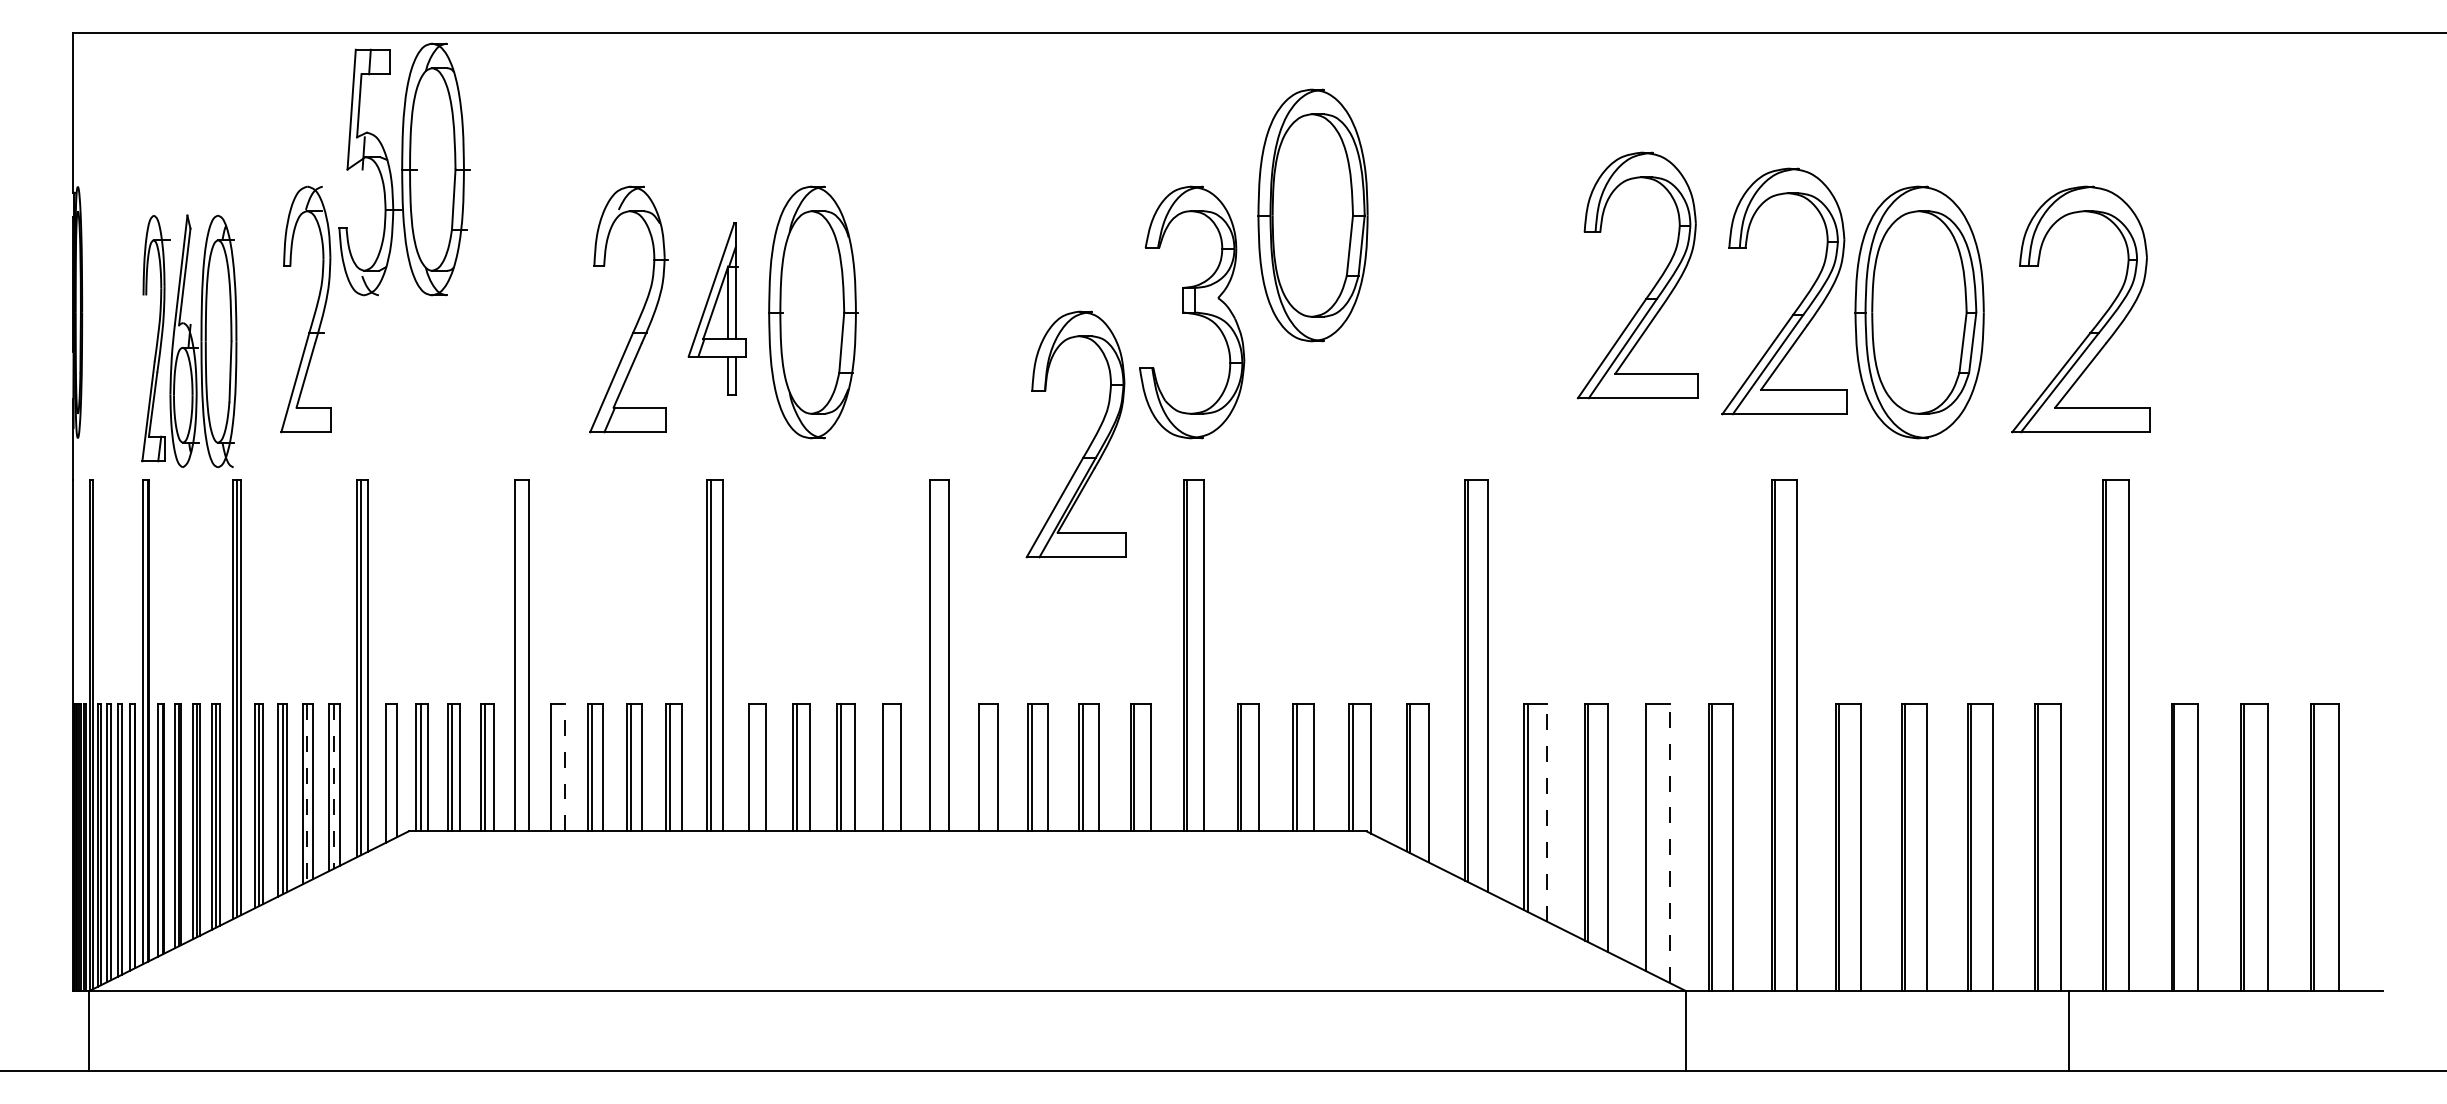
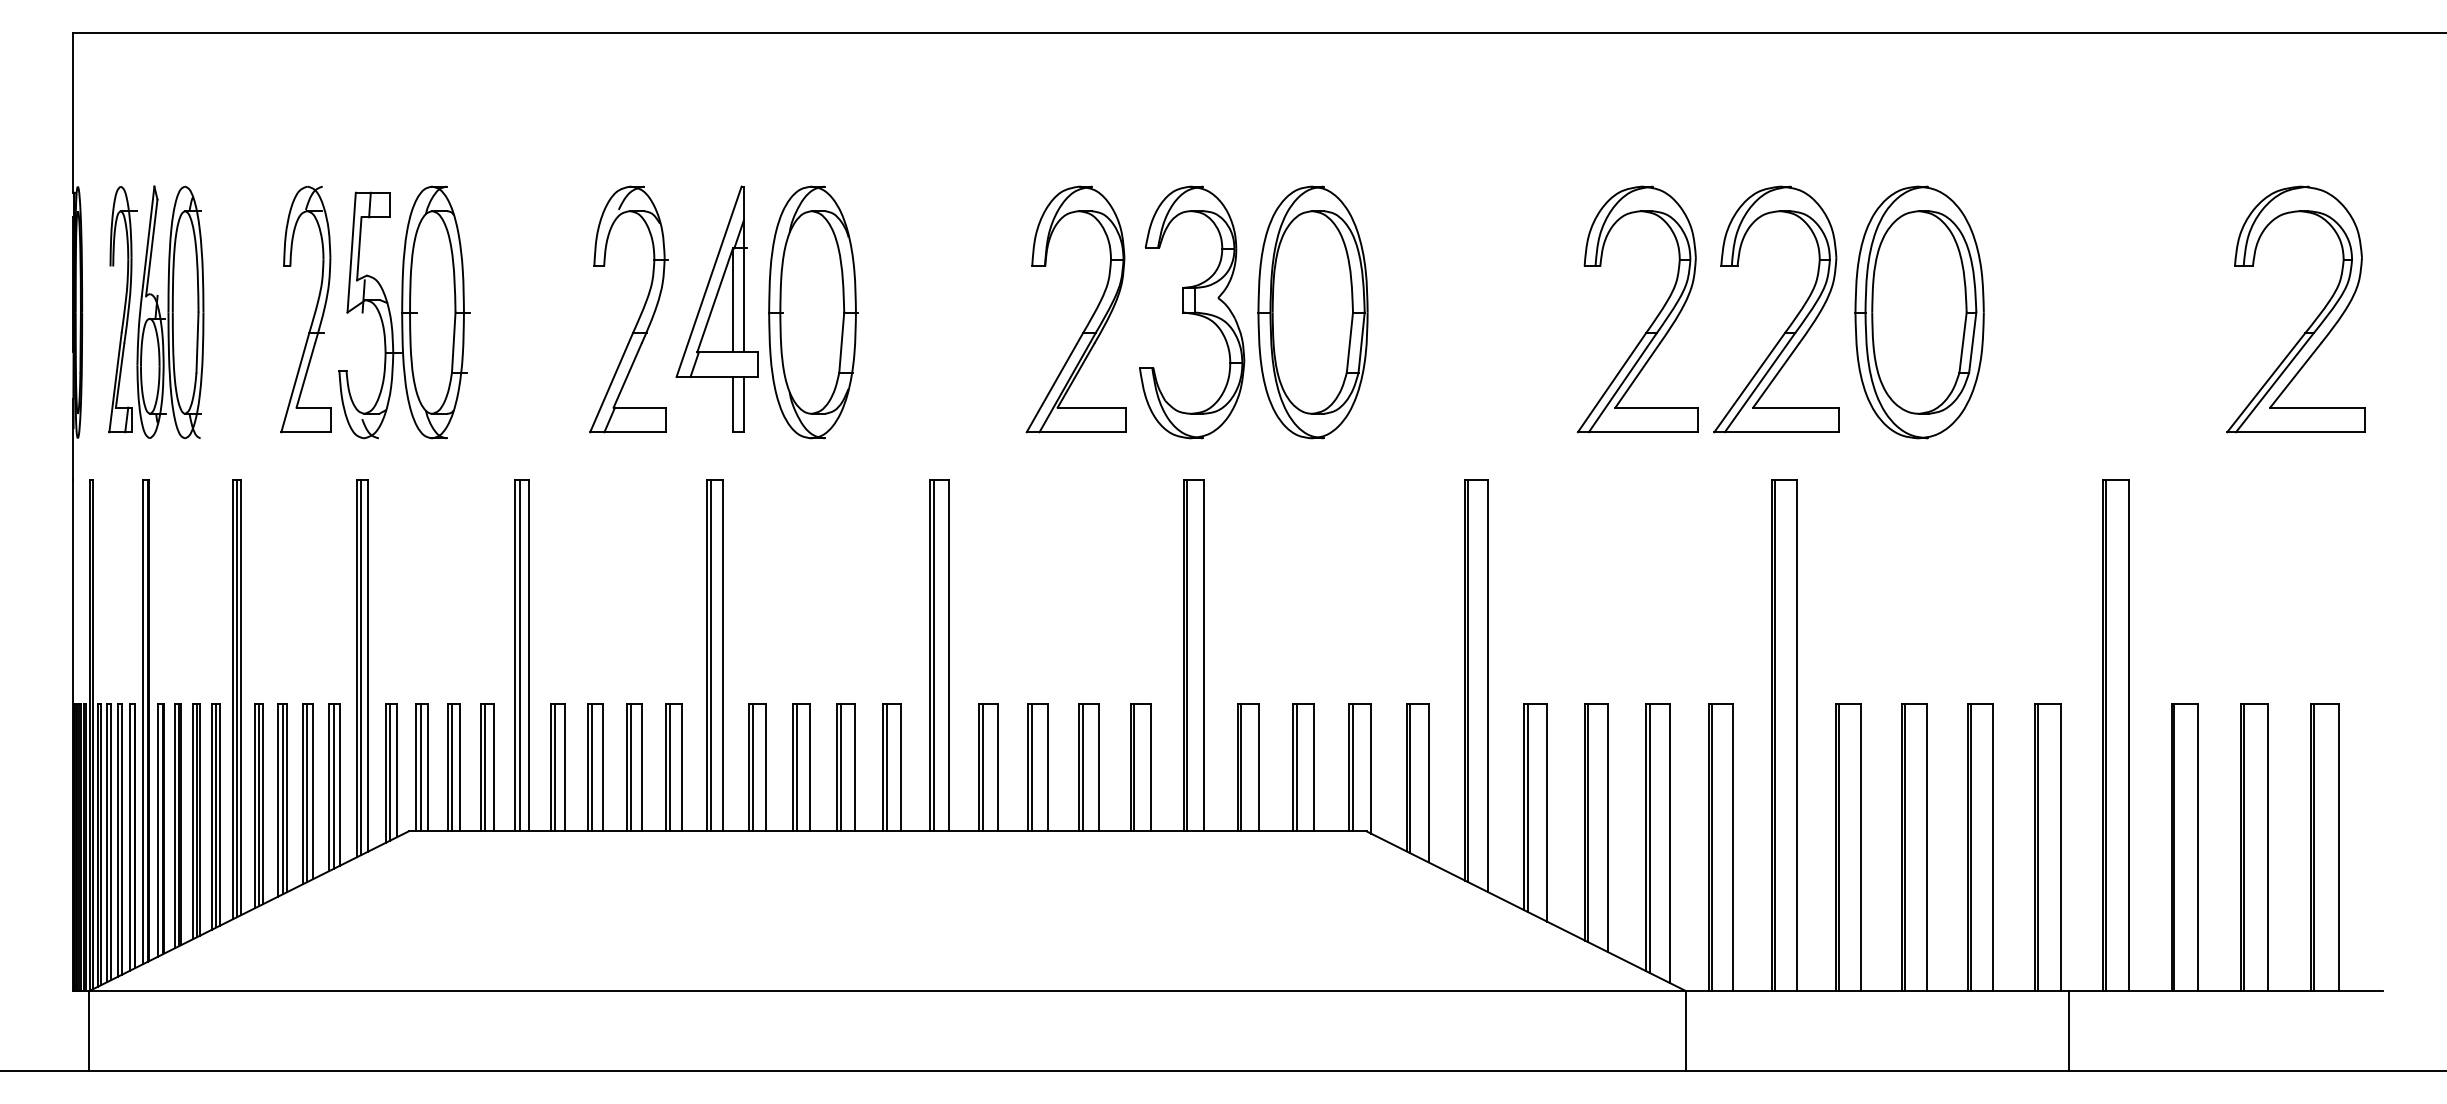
part at (404, 169) position: (404, 169) -> (404, 312)
part at (1312, 215) position: (1312, 215) -> (1312, 312)
part at (1653, 286) position: (1653, 286) -> (1653, 320)
part at (1800, 302) position: (1800, 302) -> (1792, 320)
part at (716, 308) size: 60x174 px -> 84x248 px
part at (2096, 323) position: (2096, 323) -> (2311, 323)
part at (189, 341) position: (189, 341) -> (156, 312)
part at (1090, 442) position: (1090, 442) -> (1090, 317)
line at (519, 655): none -> present
line at (934, 655): none -> present
line at (555, 767): none -> present
line at (565, 767): dashed -> solid
line at (753, 767): none -> present
line at (887, 767): none -> present
line at (982, 767): none -> present
line at (390, 771): none -> present
line at (333, 786): dashed -> solid
line at (307, 793): dashed -> solid
line at (1547, 812): dashed -> solid
line at (1649, 837): none -> present
line at (1670, 843): dashed -> solid
